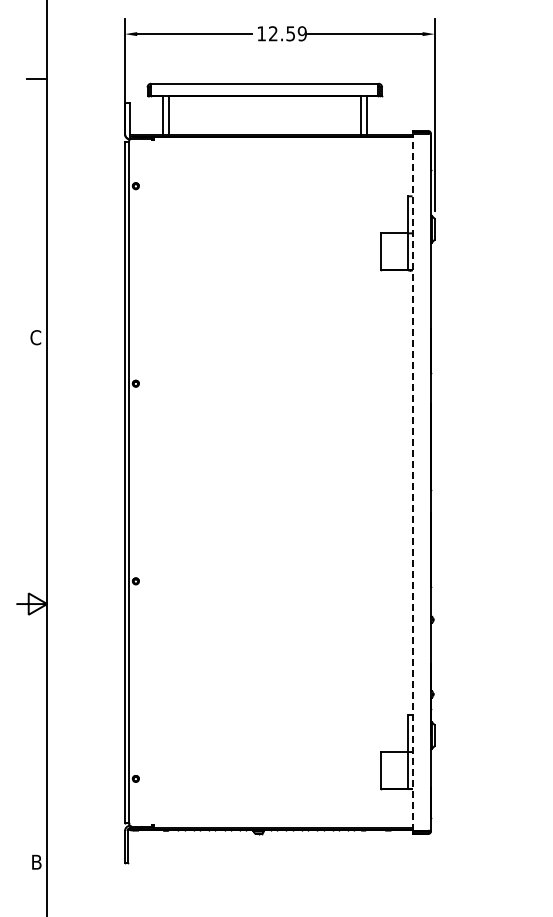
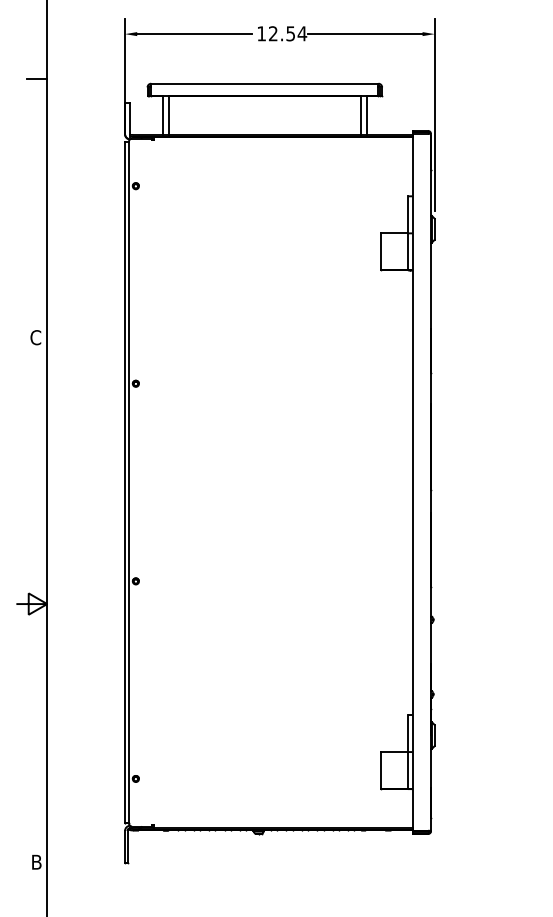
text at (302, 33): 12.59 -> 12.54
line at (412, 482): dashed -> solid
